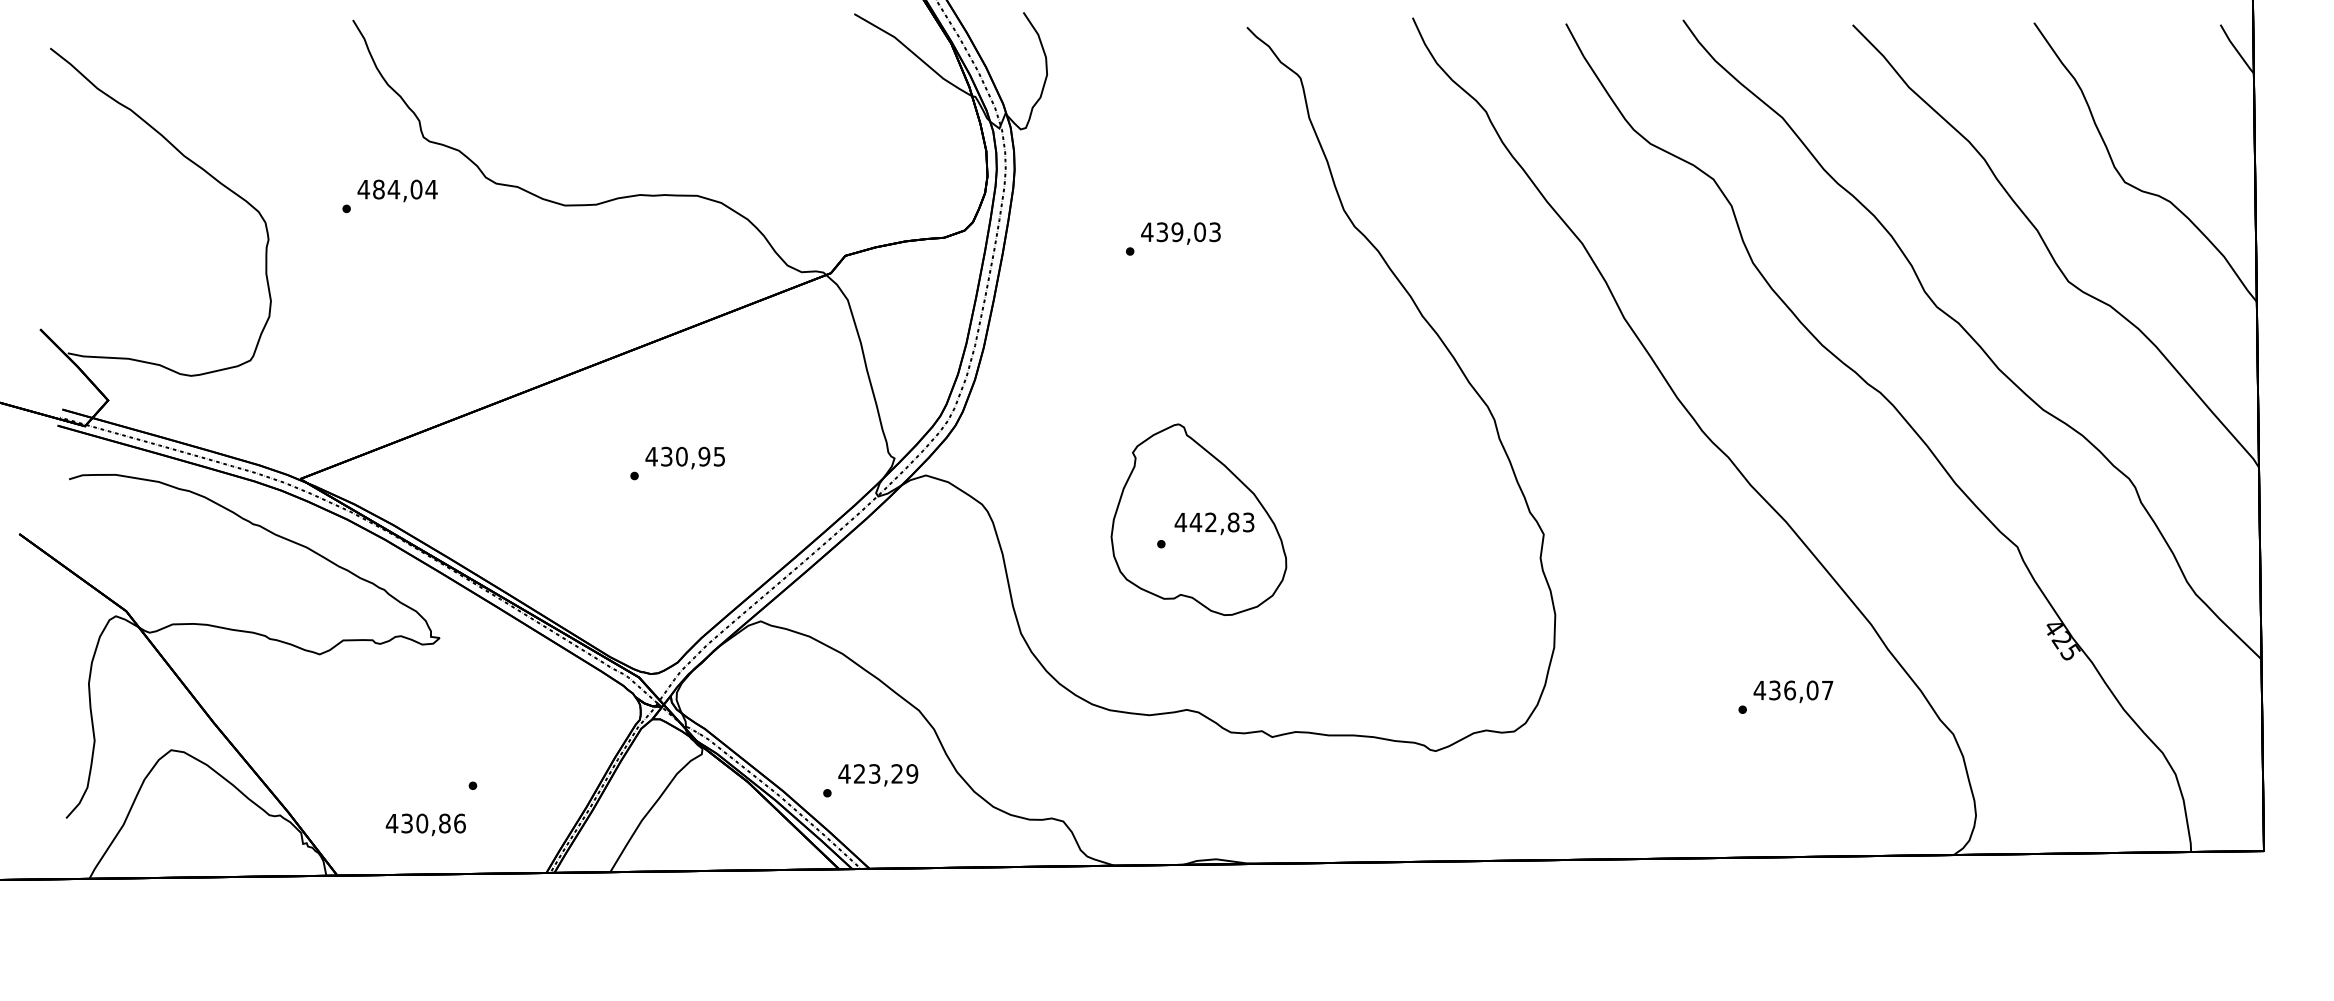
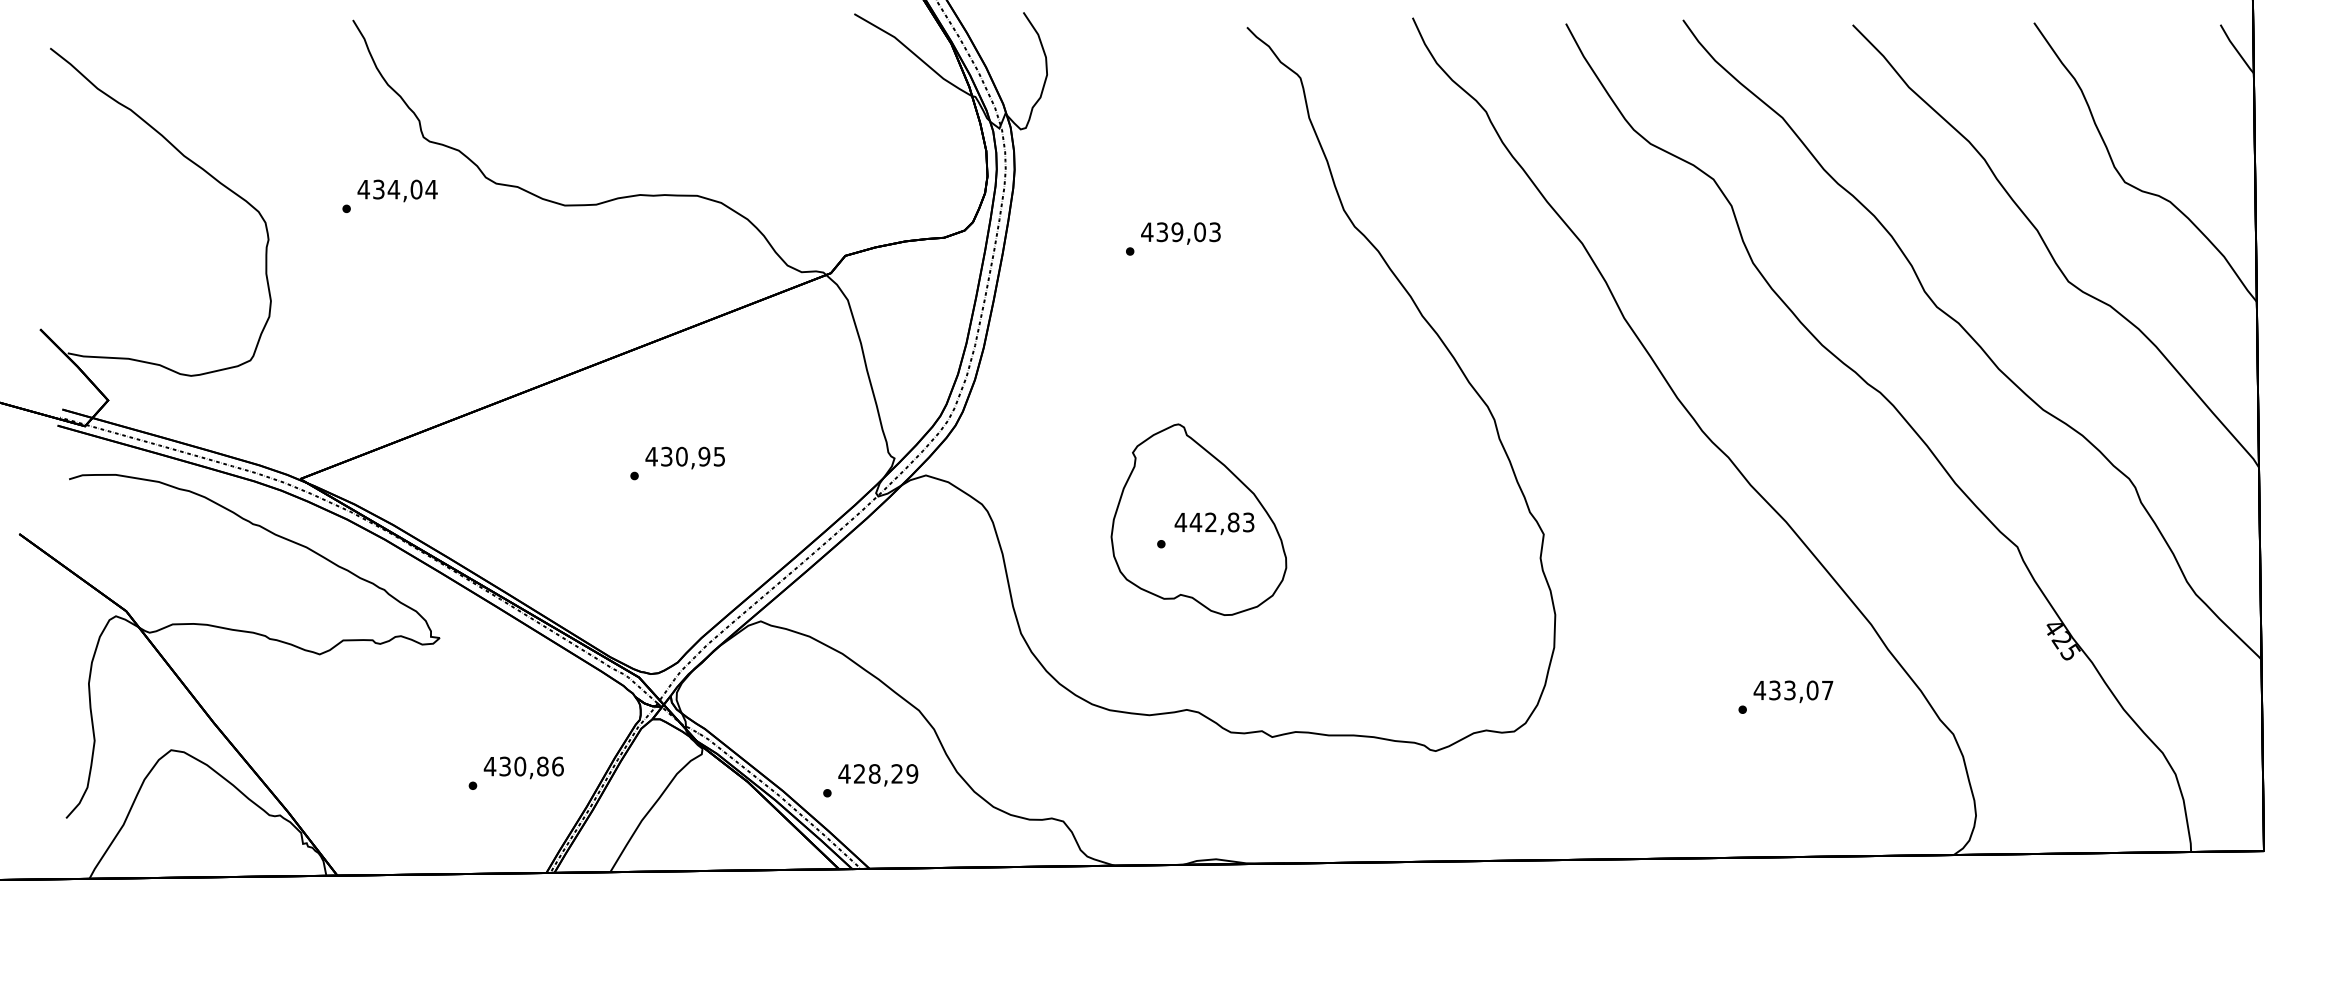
text at (378, 189): 484,04 -> 434,04
text at (1790, 690): 436,07 -> 433,07
text at (874, 773): 423,29 -> 428,29
text at (425, 824) position: (425, 824) -> (523, 767)
